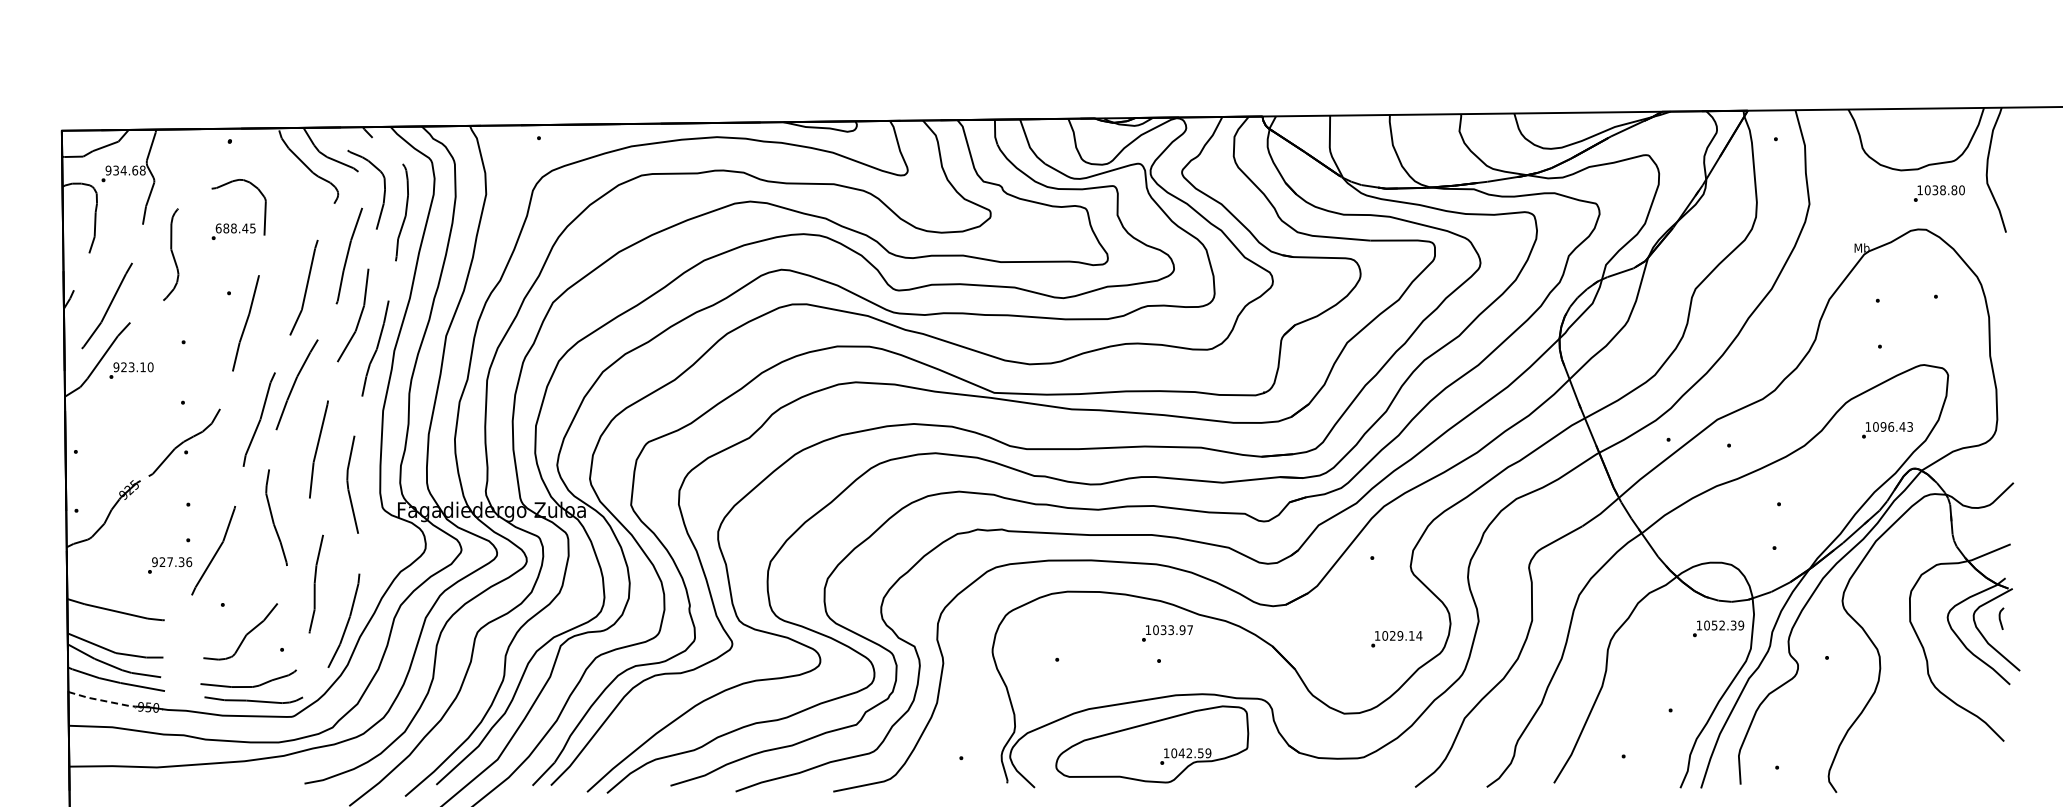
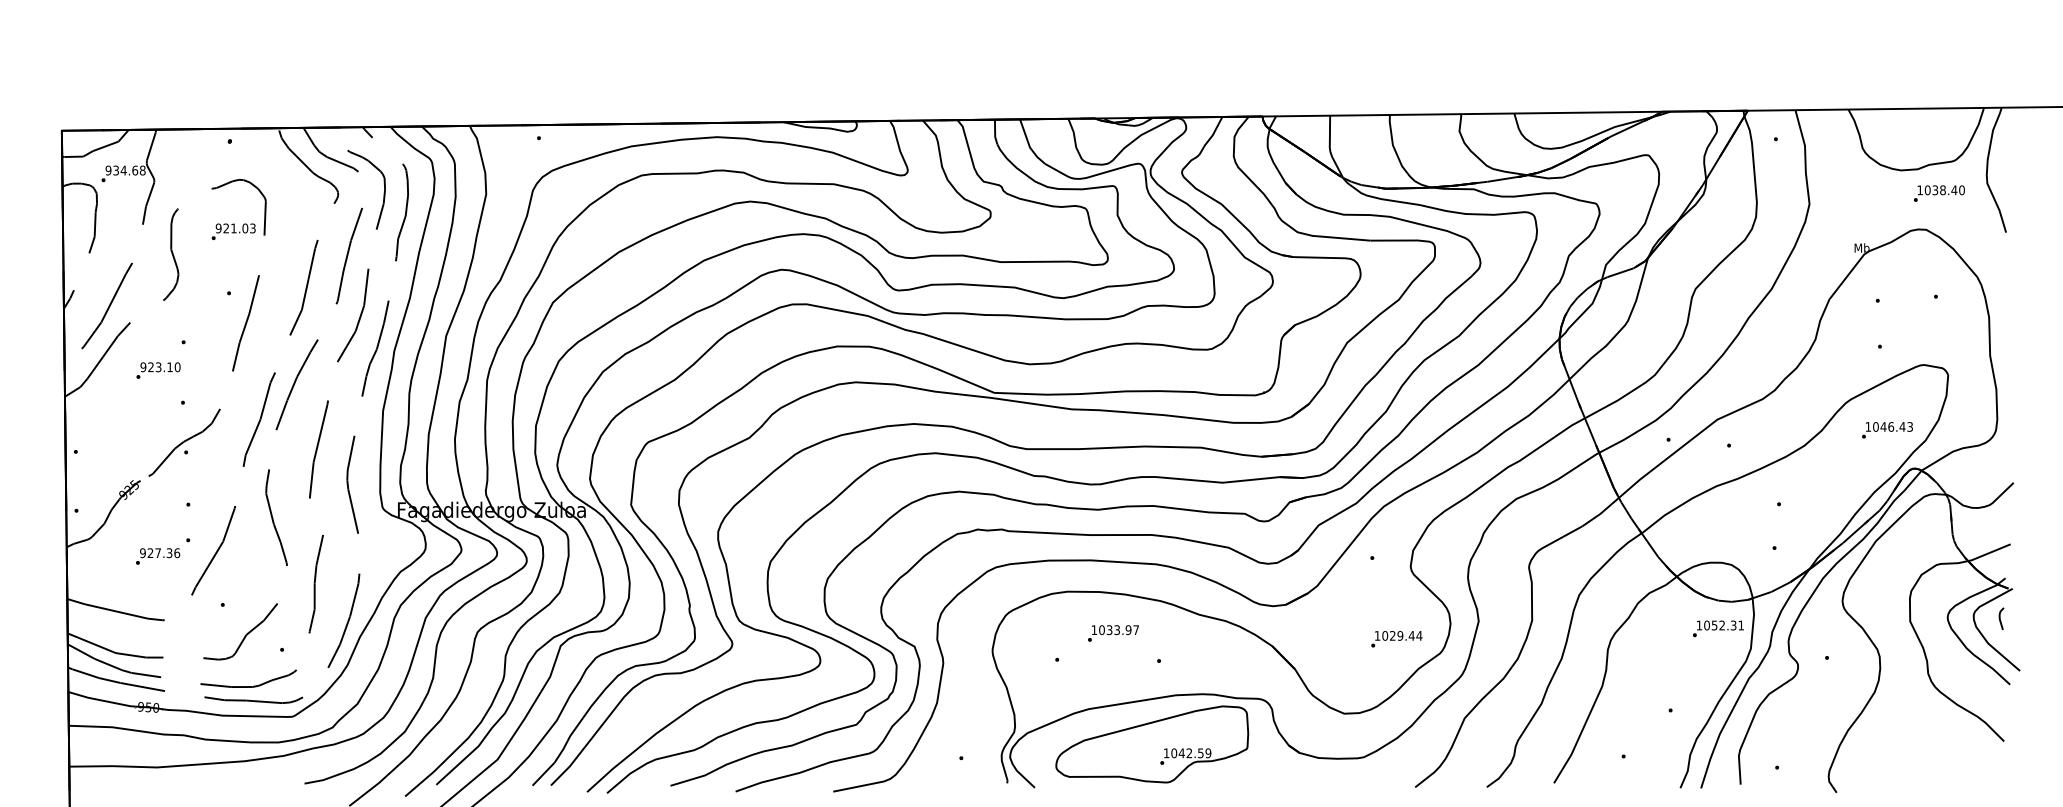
text at (1954, 190): 1038.80 -> 1038.40
text at (235, 228): 688.45 -> 921.03
text at (131, 370) position: (131, 370) -> (158, 370)
text at (1883, 426): 1096.43 -> 1046.43
text at (170, 565) position: (170, 565) -> (158, 556)
text at (1741, 625): 1052.39 -> 1052.31
text at (1167, 633) position: (1167, 633) -> (1113, 633)
text at (1411, 635): 1029.14 -> 1029.44
line at (102, 700): dashed -> solid
